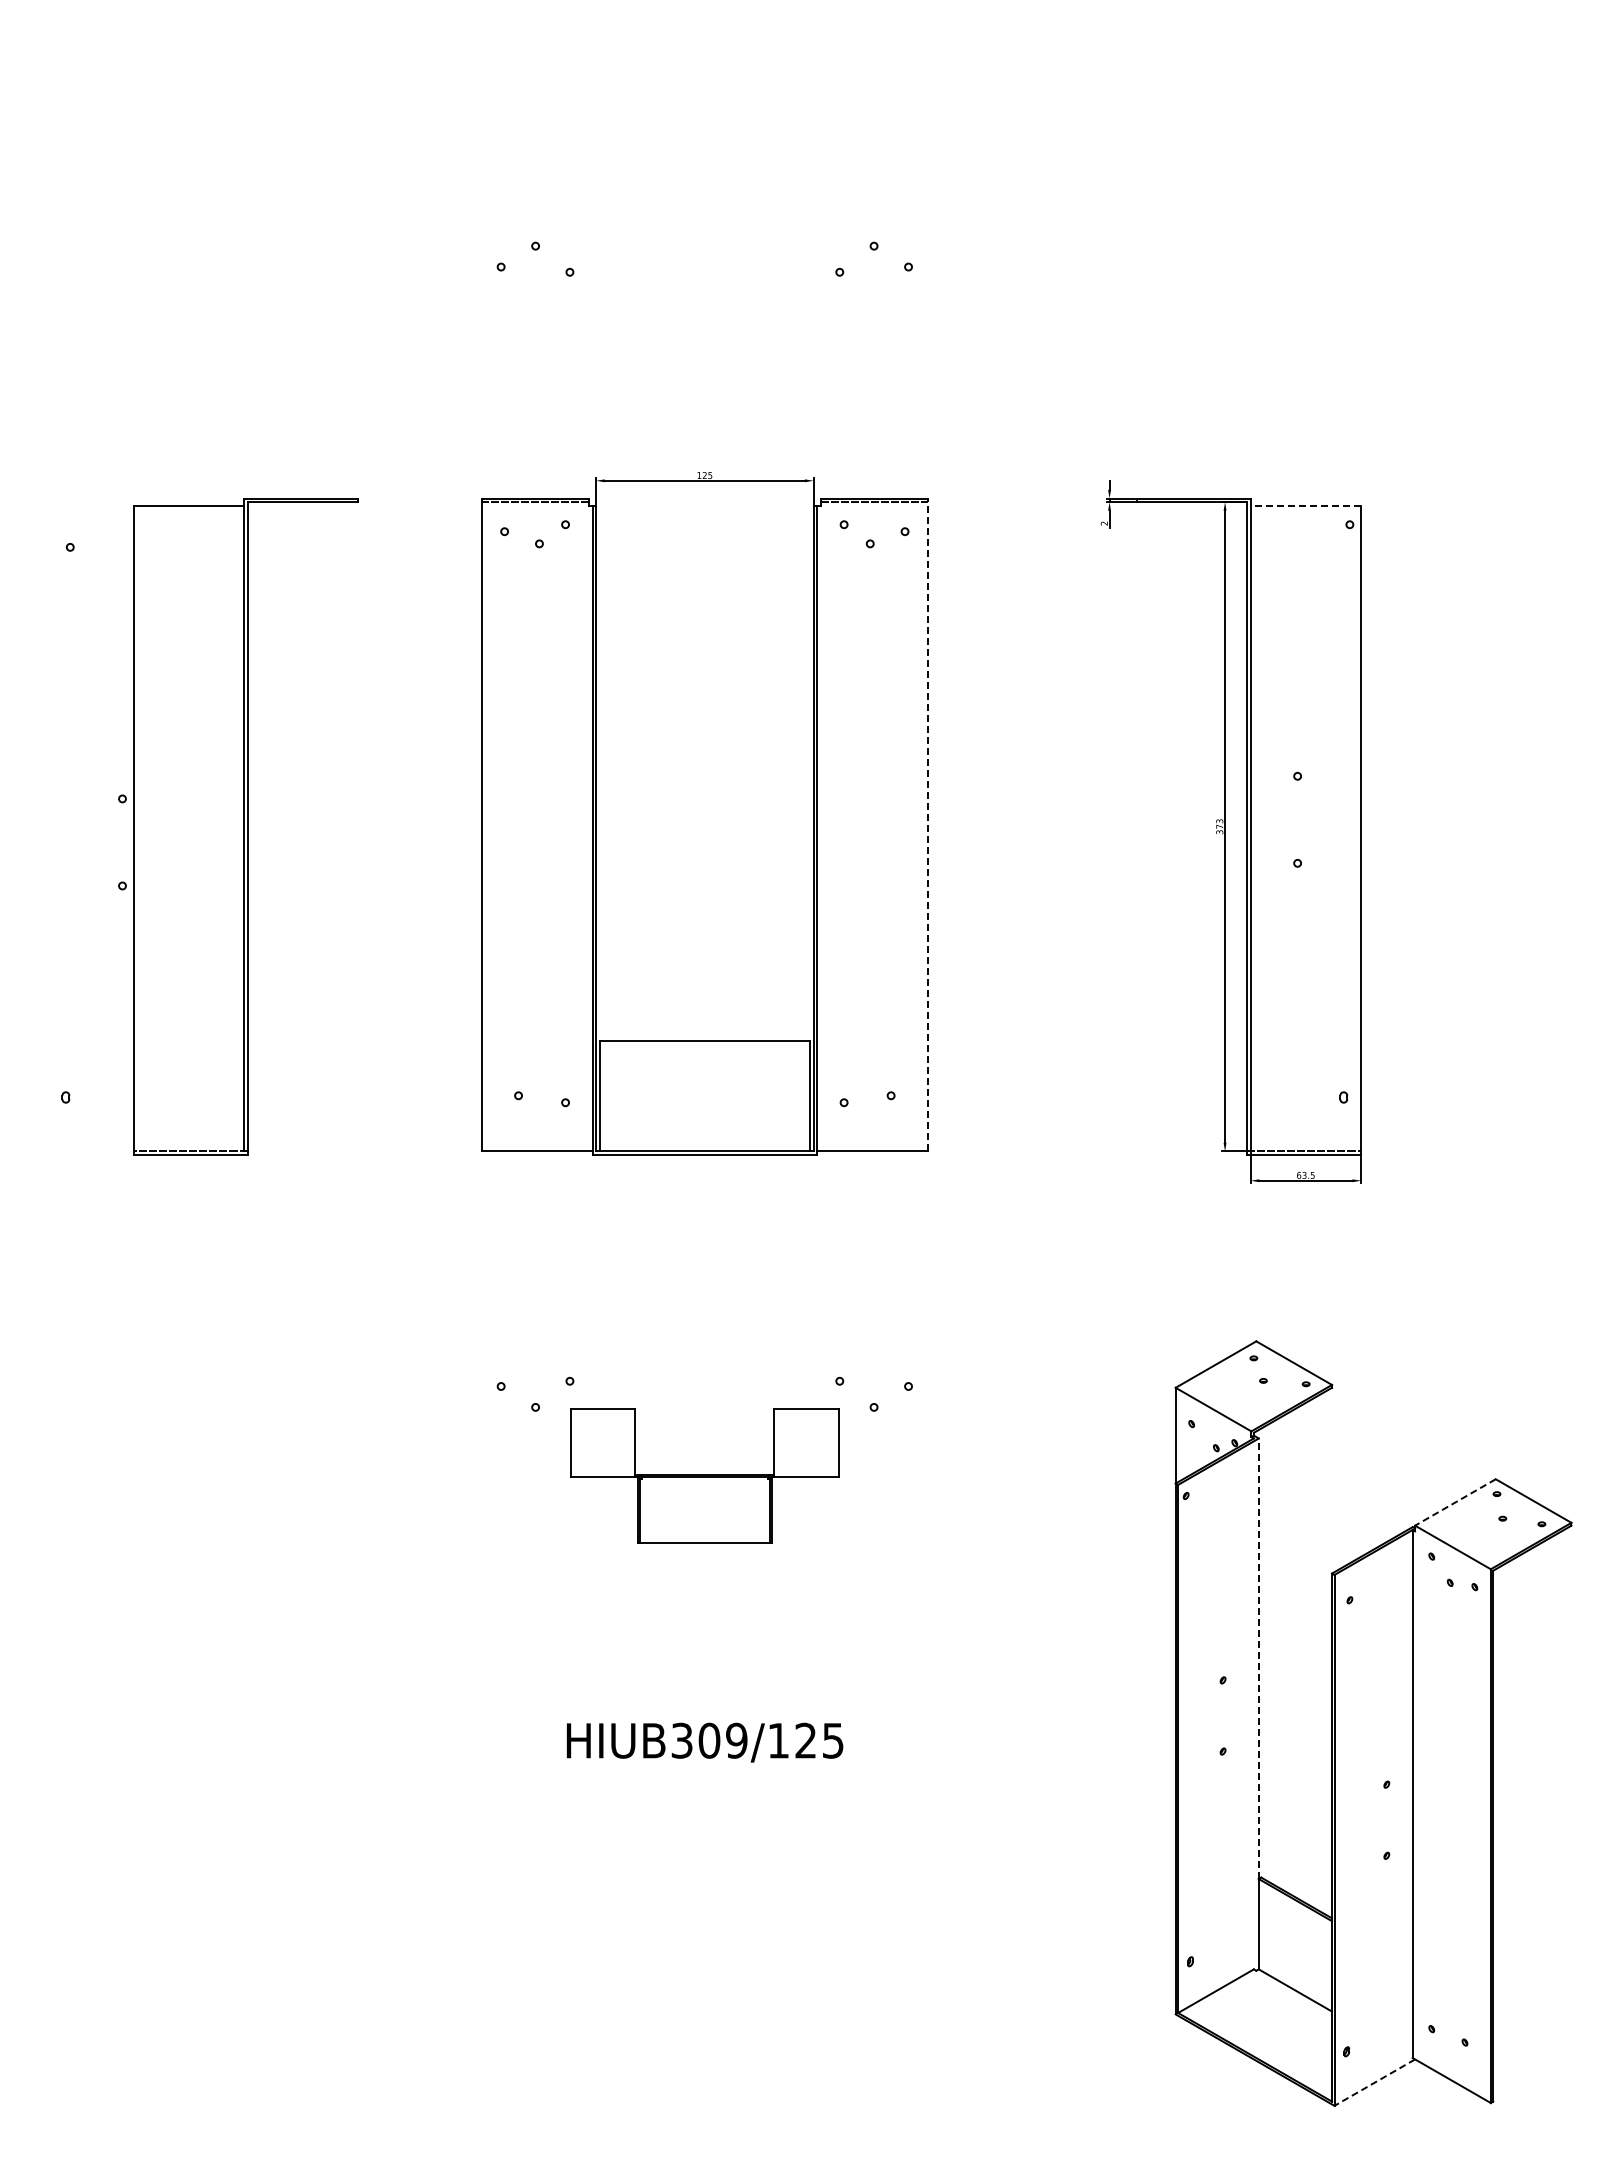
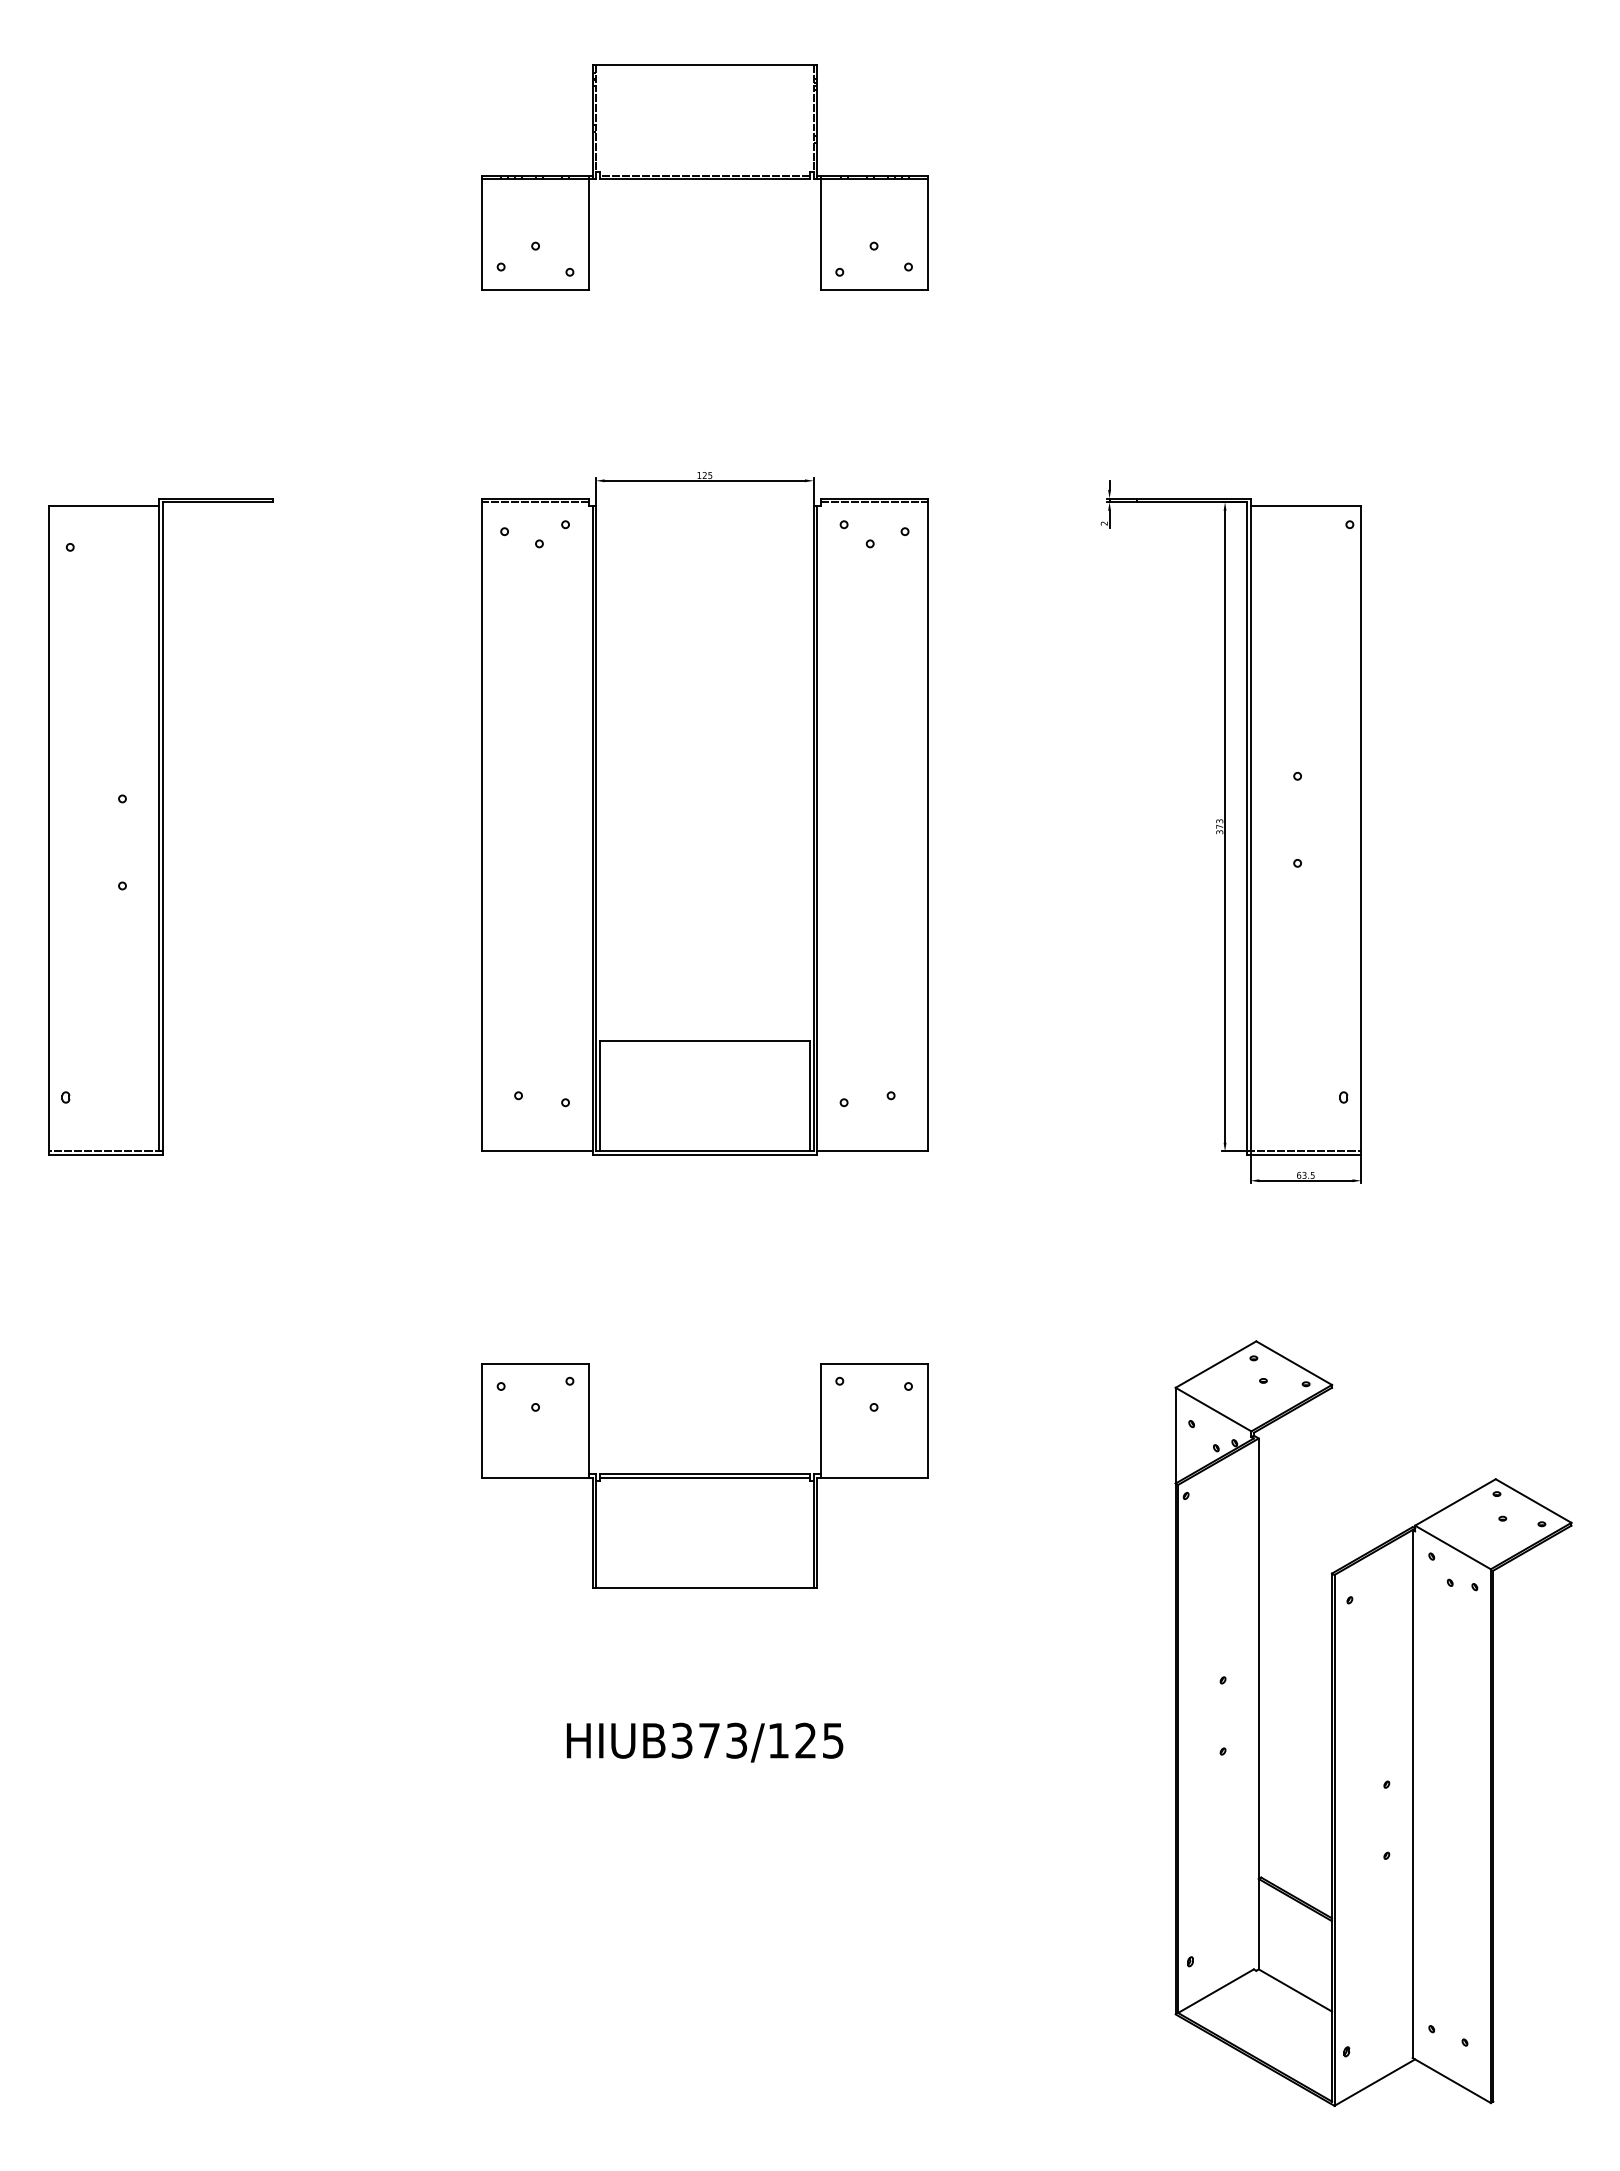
part at (704, 177): none -> present
line at (1305, 505): dashed -> solid
line at (927, 824): dashed -> solid
part at (245, 826) position: (245, 826) -> (160, 826)
part at (704, 1475) size: 270x136 px -> 448x226 px
line at (1455, 1502): dashed -> solid
line at (1258, 1658): dashed -> solid
text at (722, 1740): HIUB309/125 -> HIUB373/125
line at (1374, 2082): dashed -> solid
